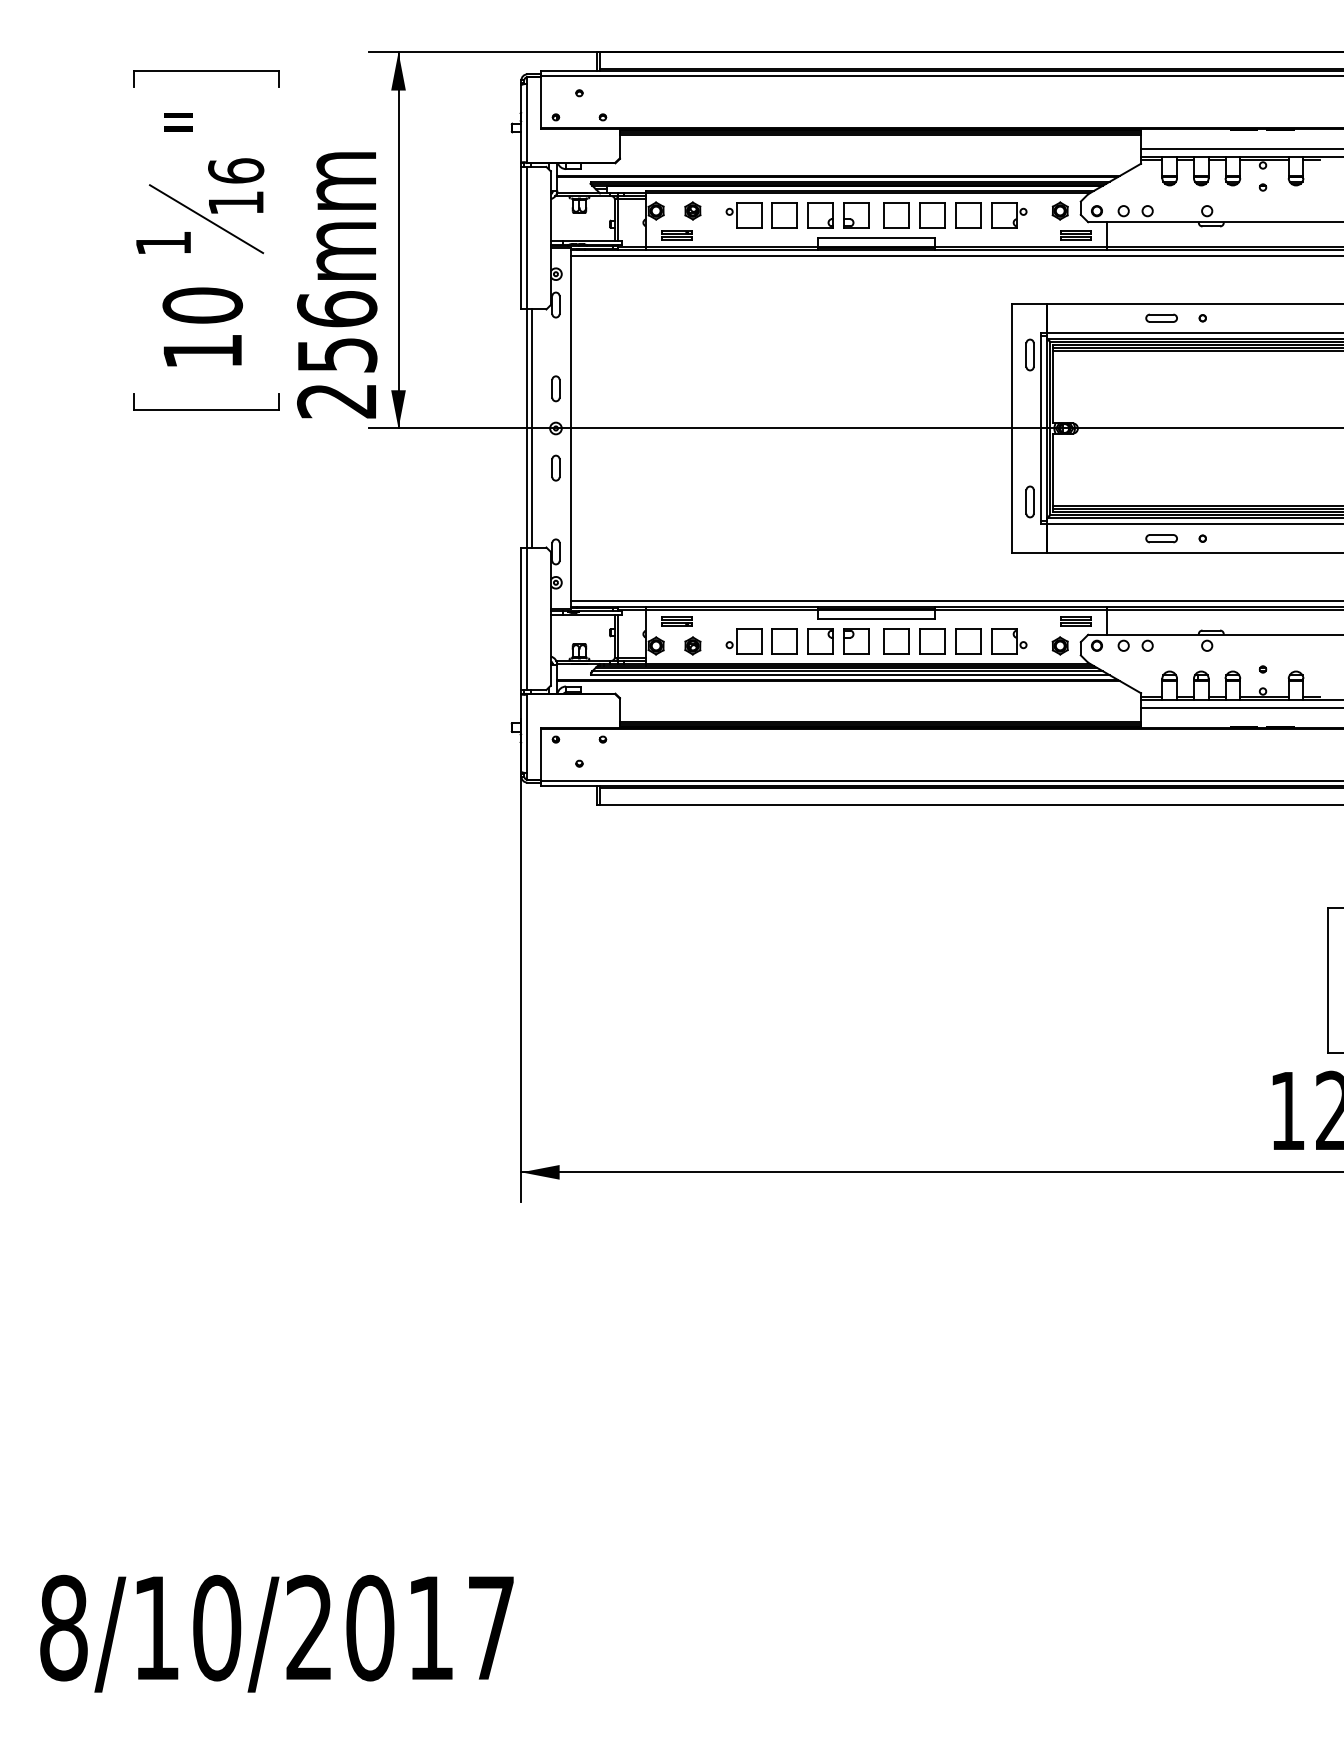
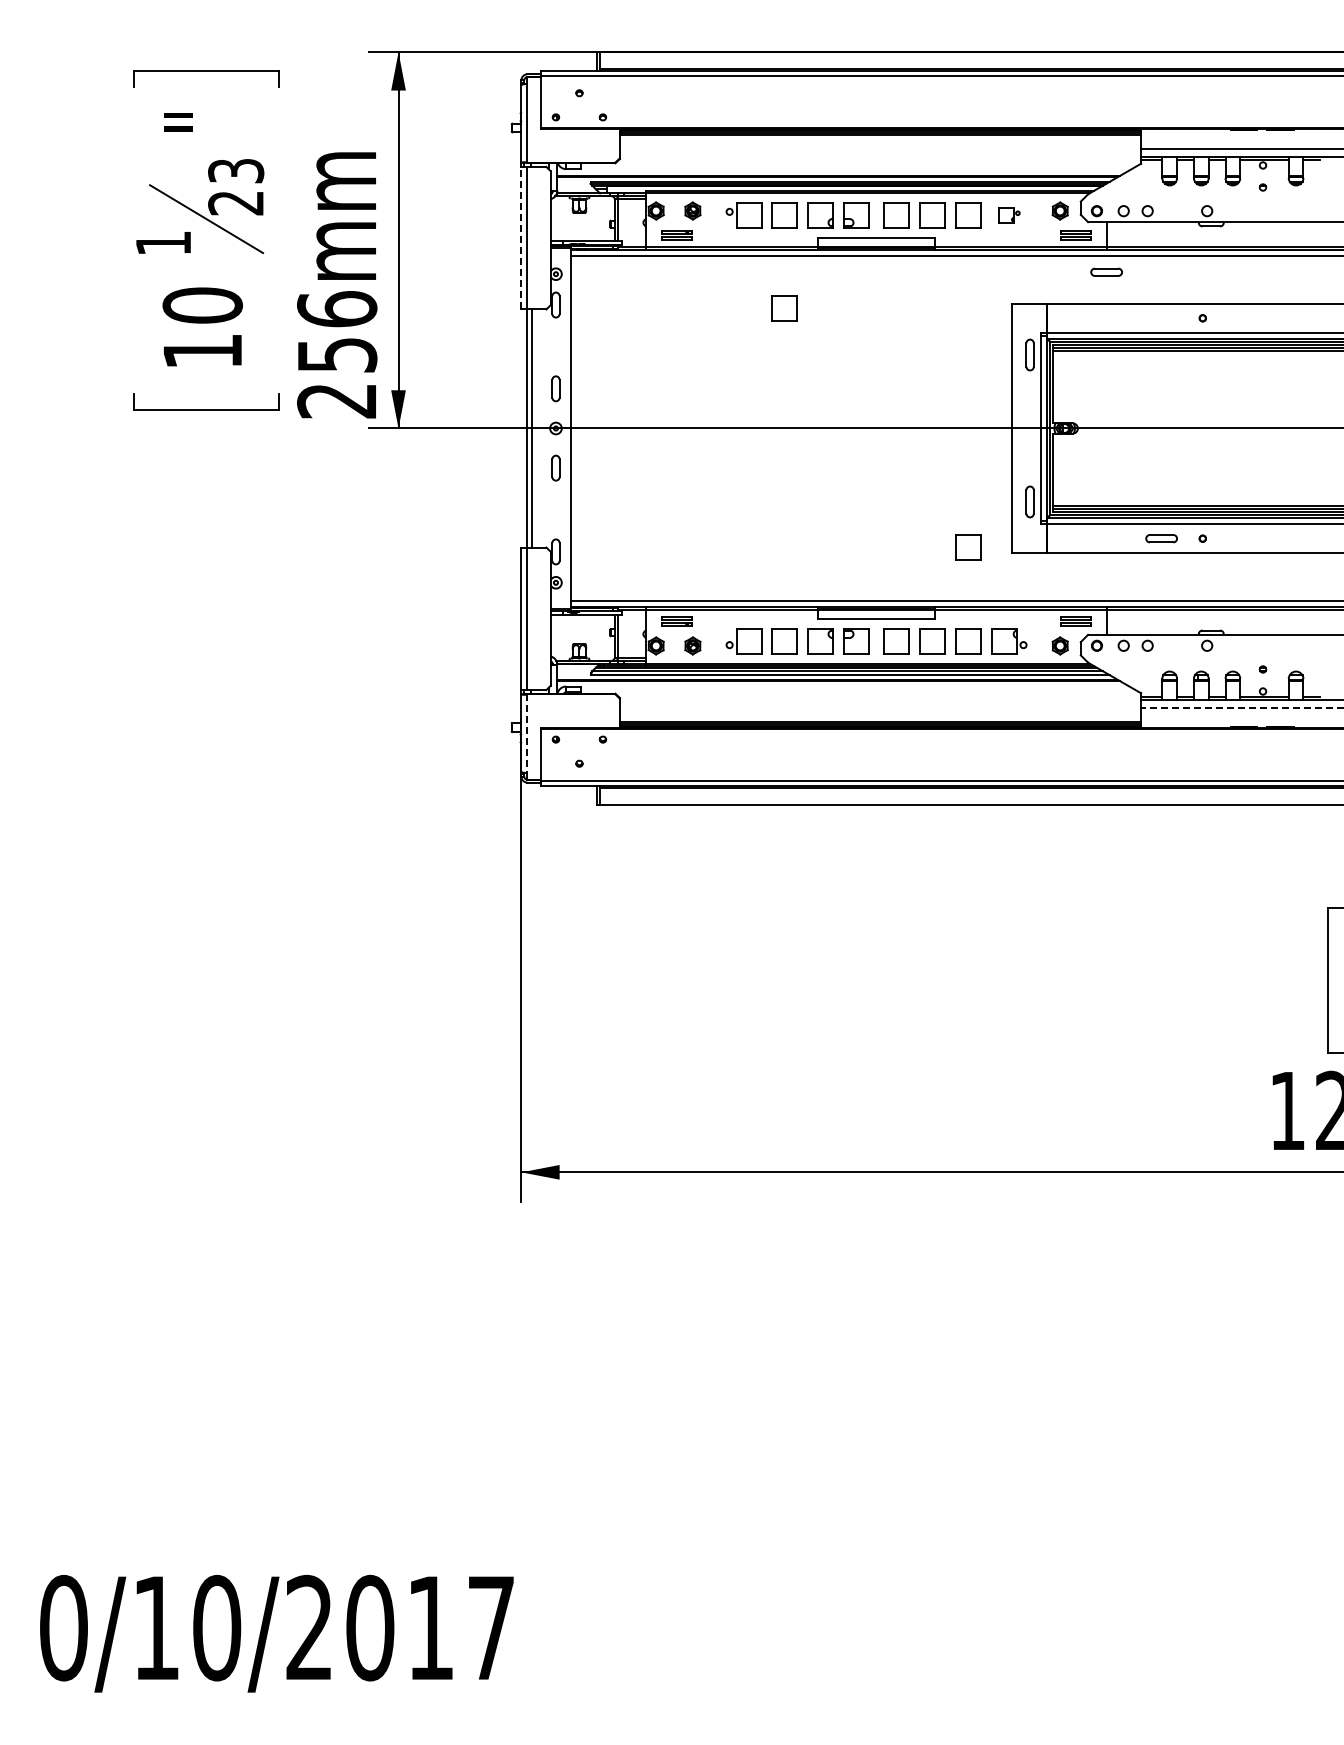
text at (236, 186): 16 -> 23
part at (1009, 215) size: 37x27 px -> 23x17 px
line at (521, 237): solid -> dashed
part at (784, 308): none -> present
part at (1161, 317) position: (1161, 317) -> (1106, 271)
part at (968, 547): none -> present
line at (1241, 707): solid -> dashed
line at (527, 734): solid -> dashed
text at (63, 1628): 8/10/2017 -> 0/10/2017
